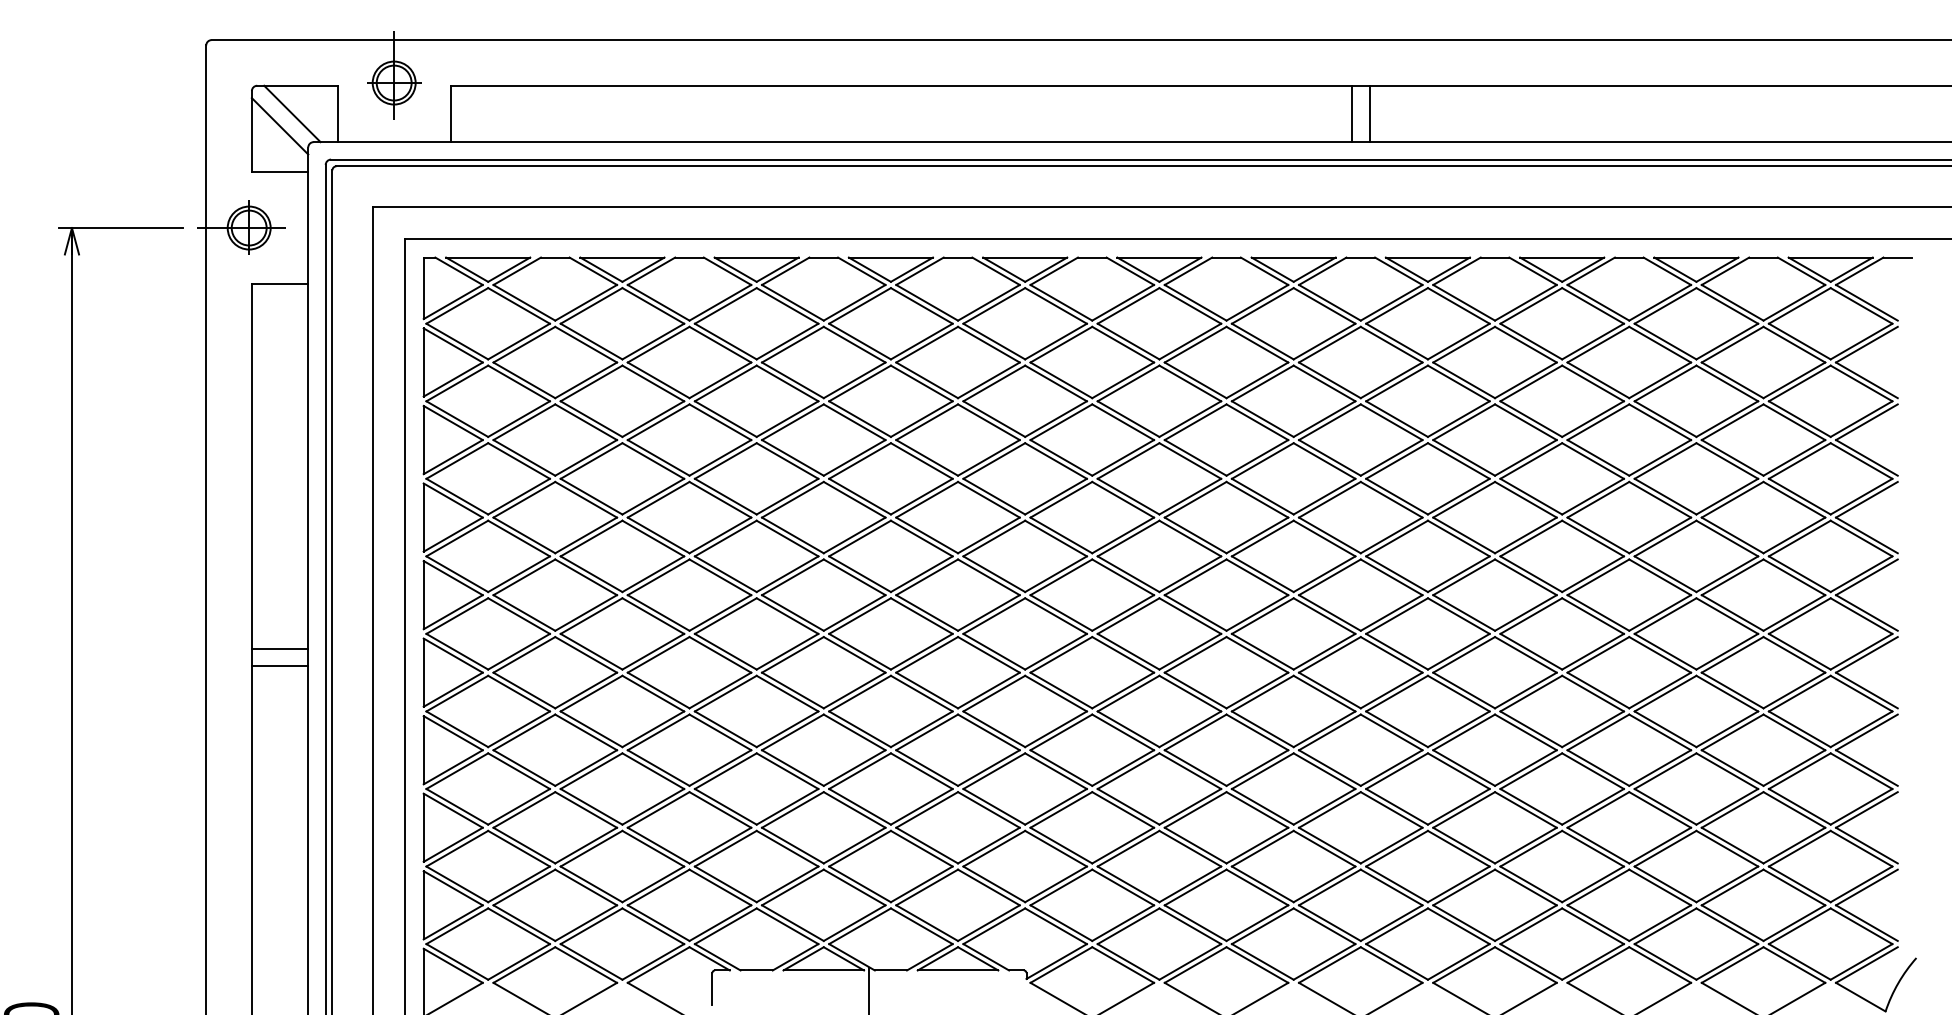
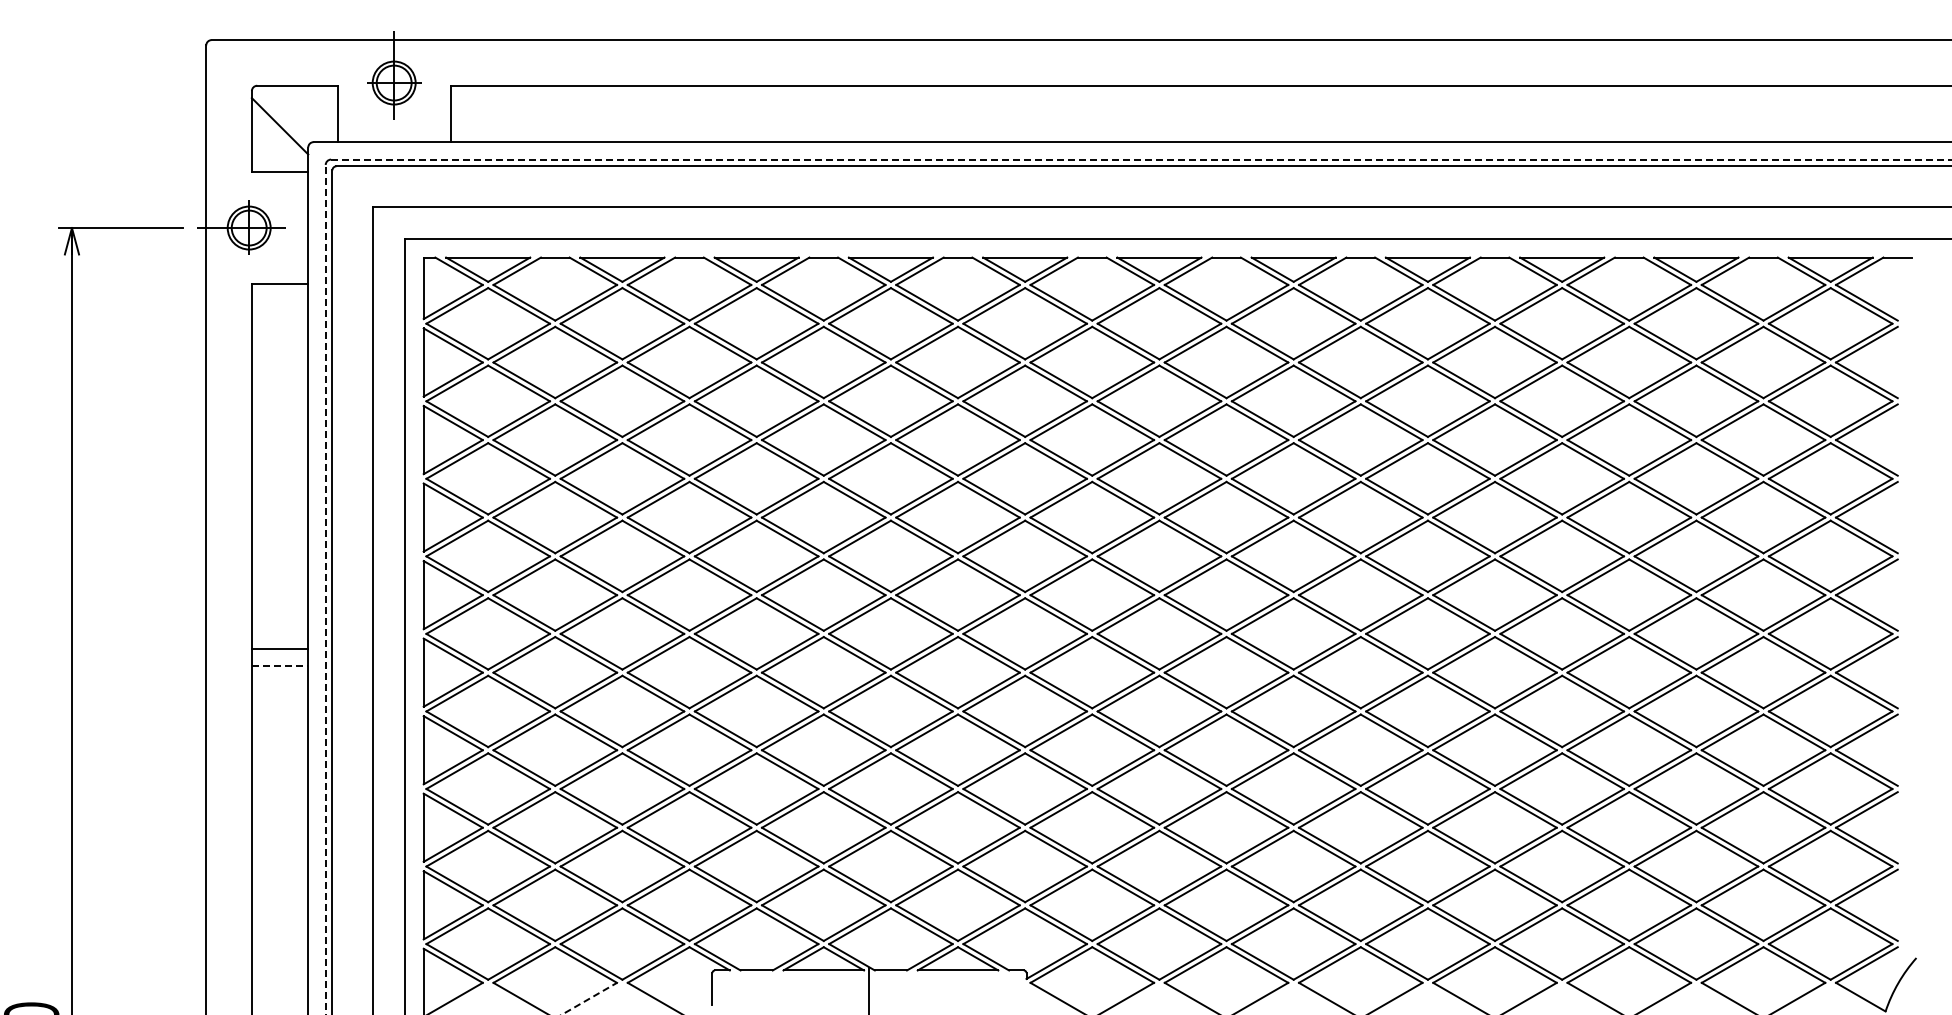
line at (292, 113): present -> none
line at (1352, 113): present -> none
line at (1369, 113): present -> none
line at (1141, 159): solid -> dashed
line at (325, 589): solid -> dashed
line at (280, 666): solid -> dashed
line at (589, 998): solid -> dashed
